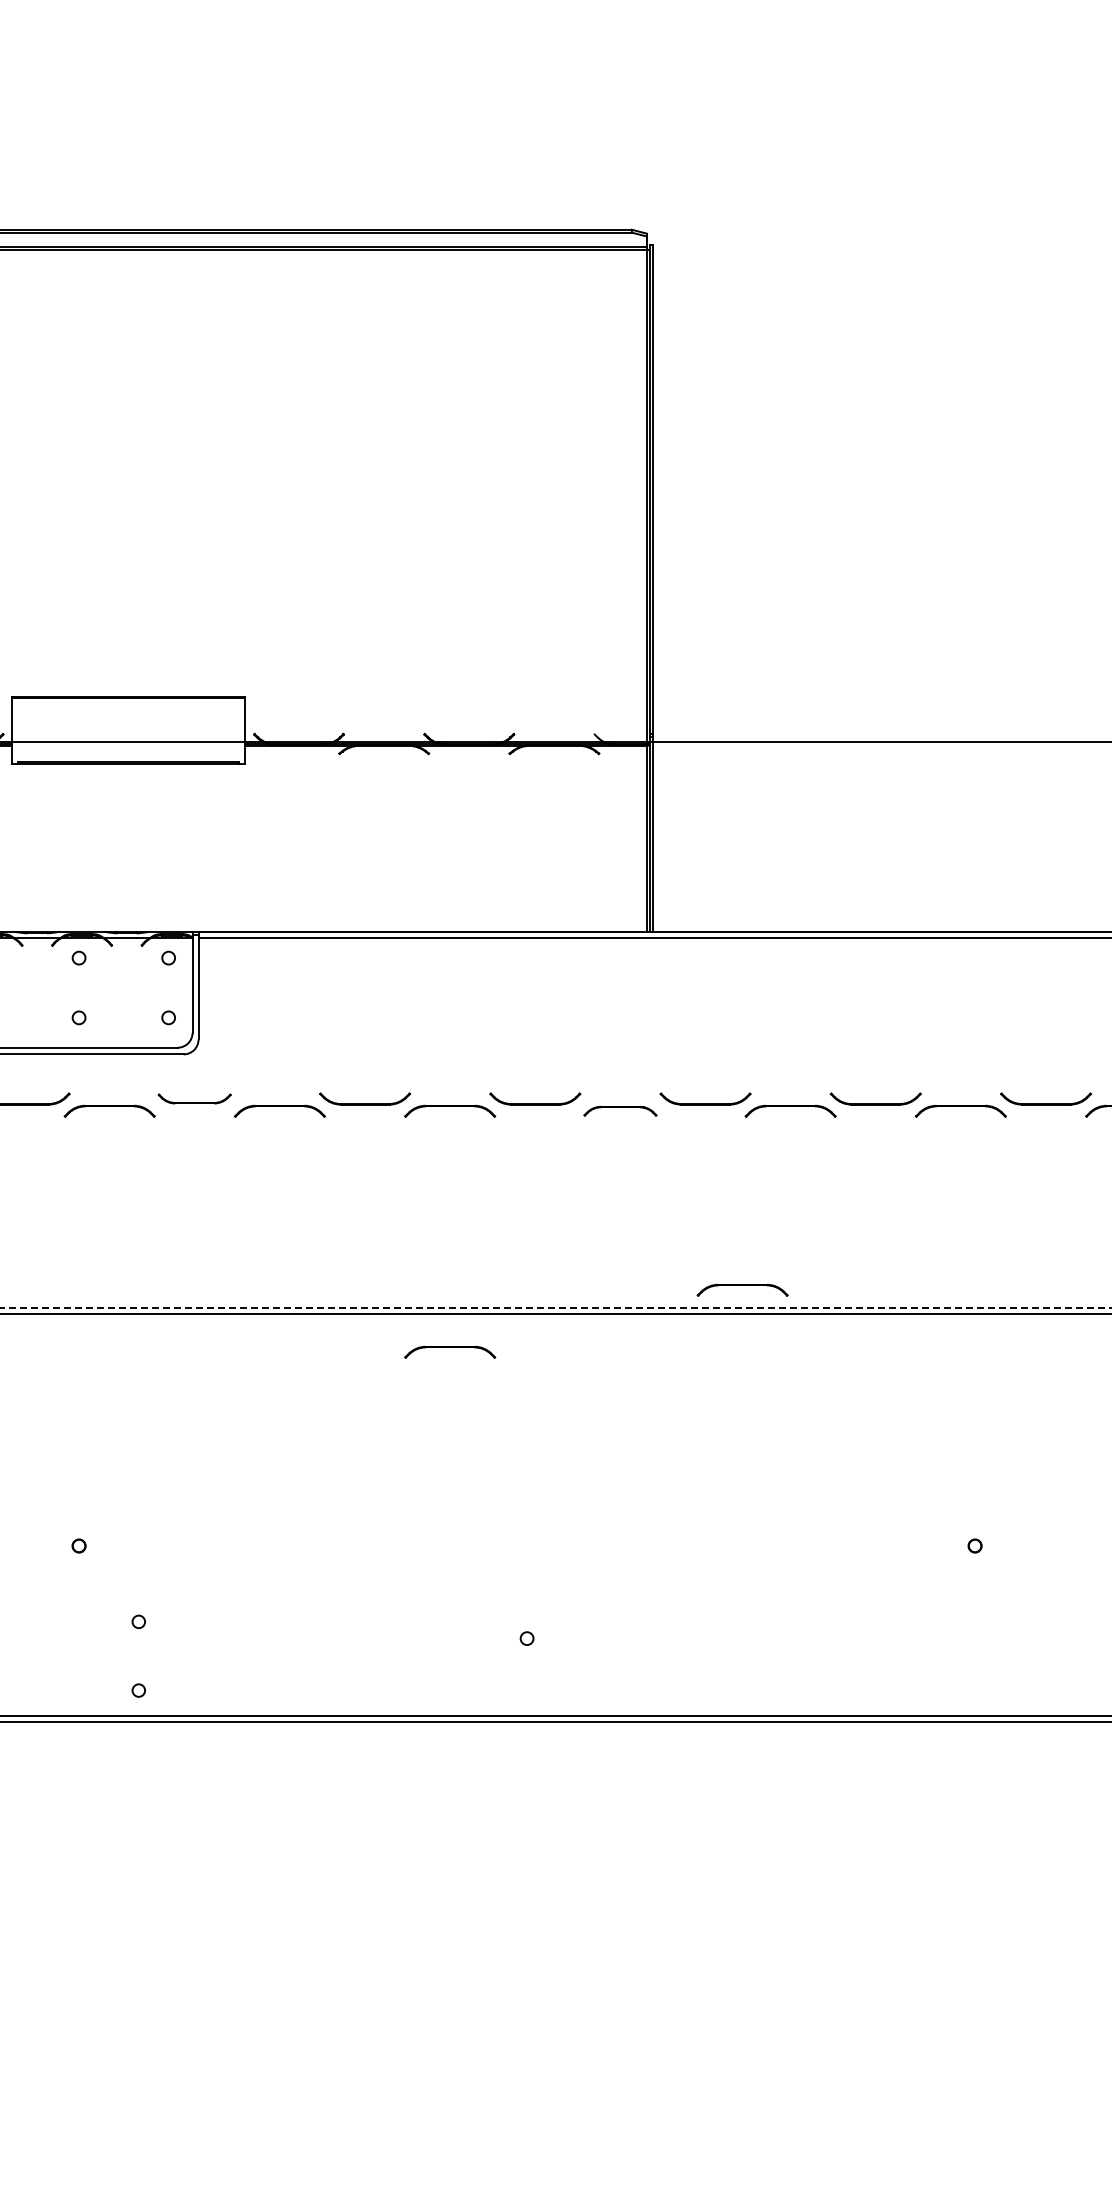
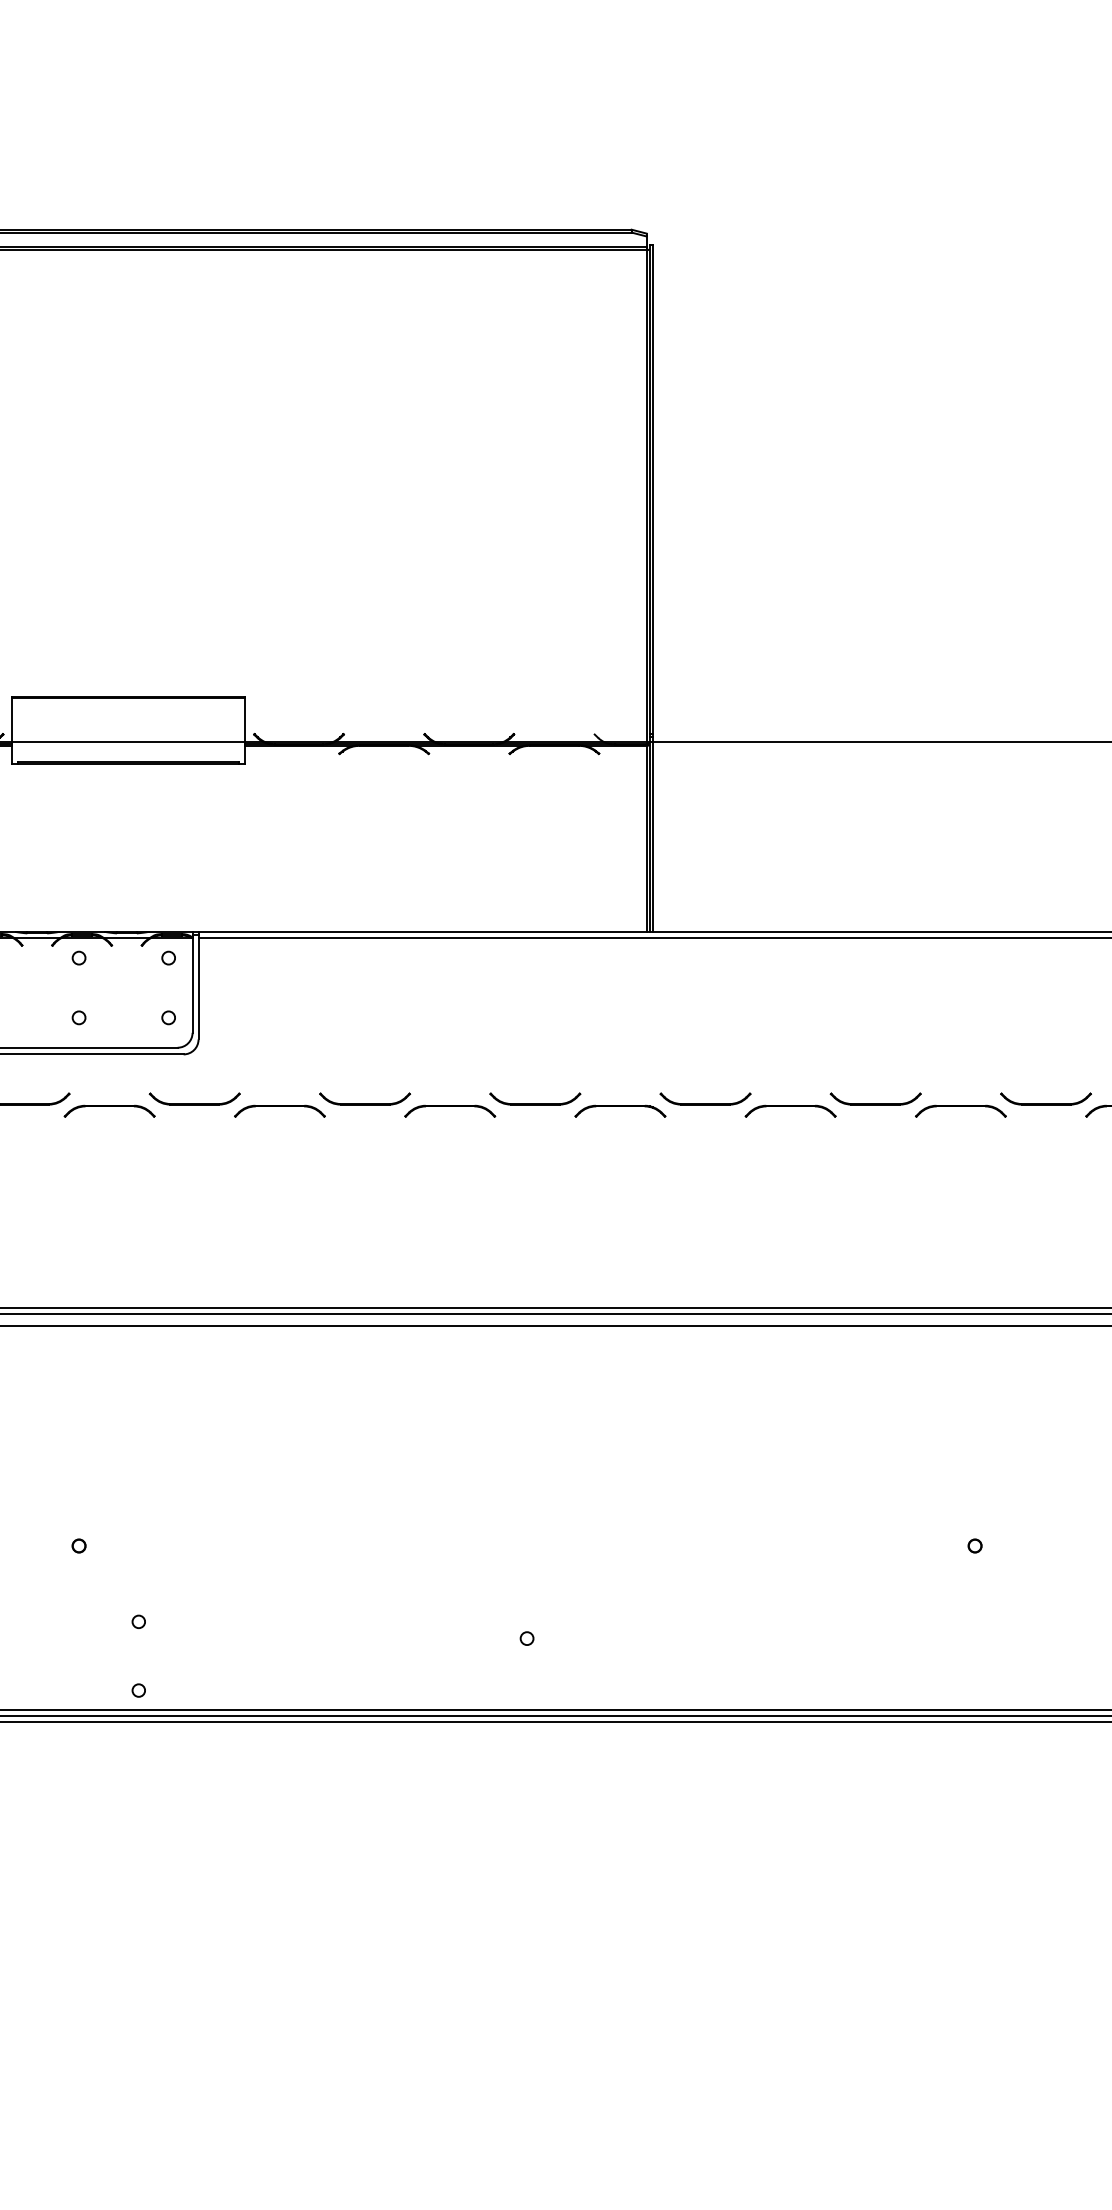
part at (194, 1098) size: 75x12 px -> 93x14 px
part at (620, 1111) size: 75x11 px -> 93x14 px
part at (742, 1289): present -> none
line at (556, 1308): dashed -> solid
line at (555, 1326): none -> present
part at (450, 1351): present -> none
line at (555, 1710): none -> present
